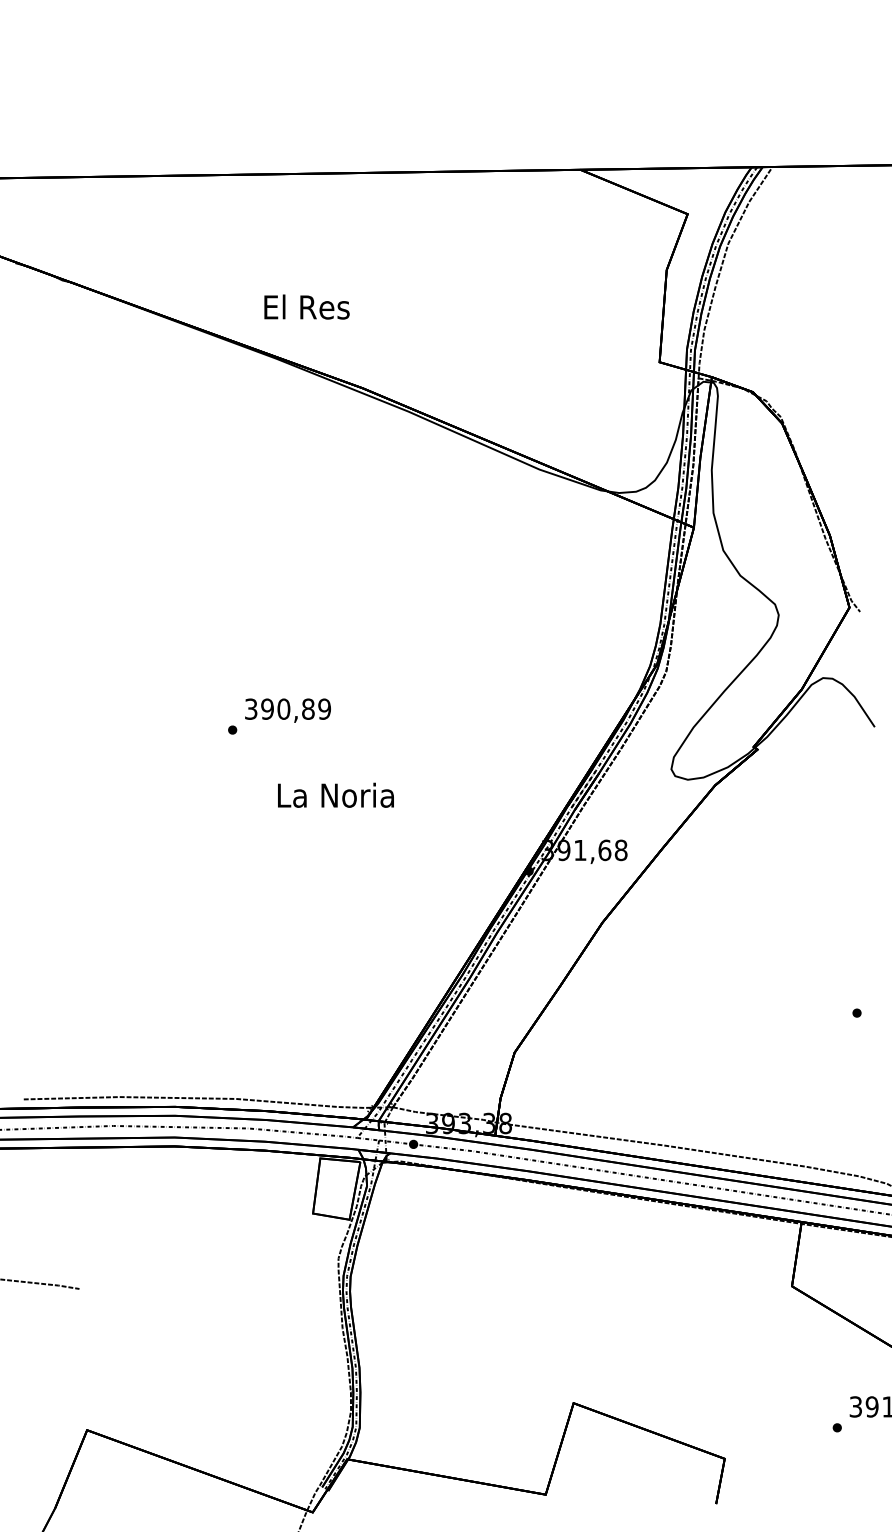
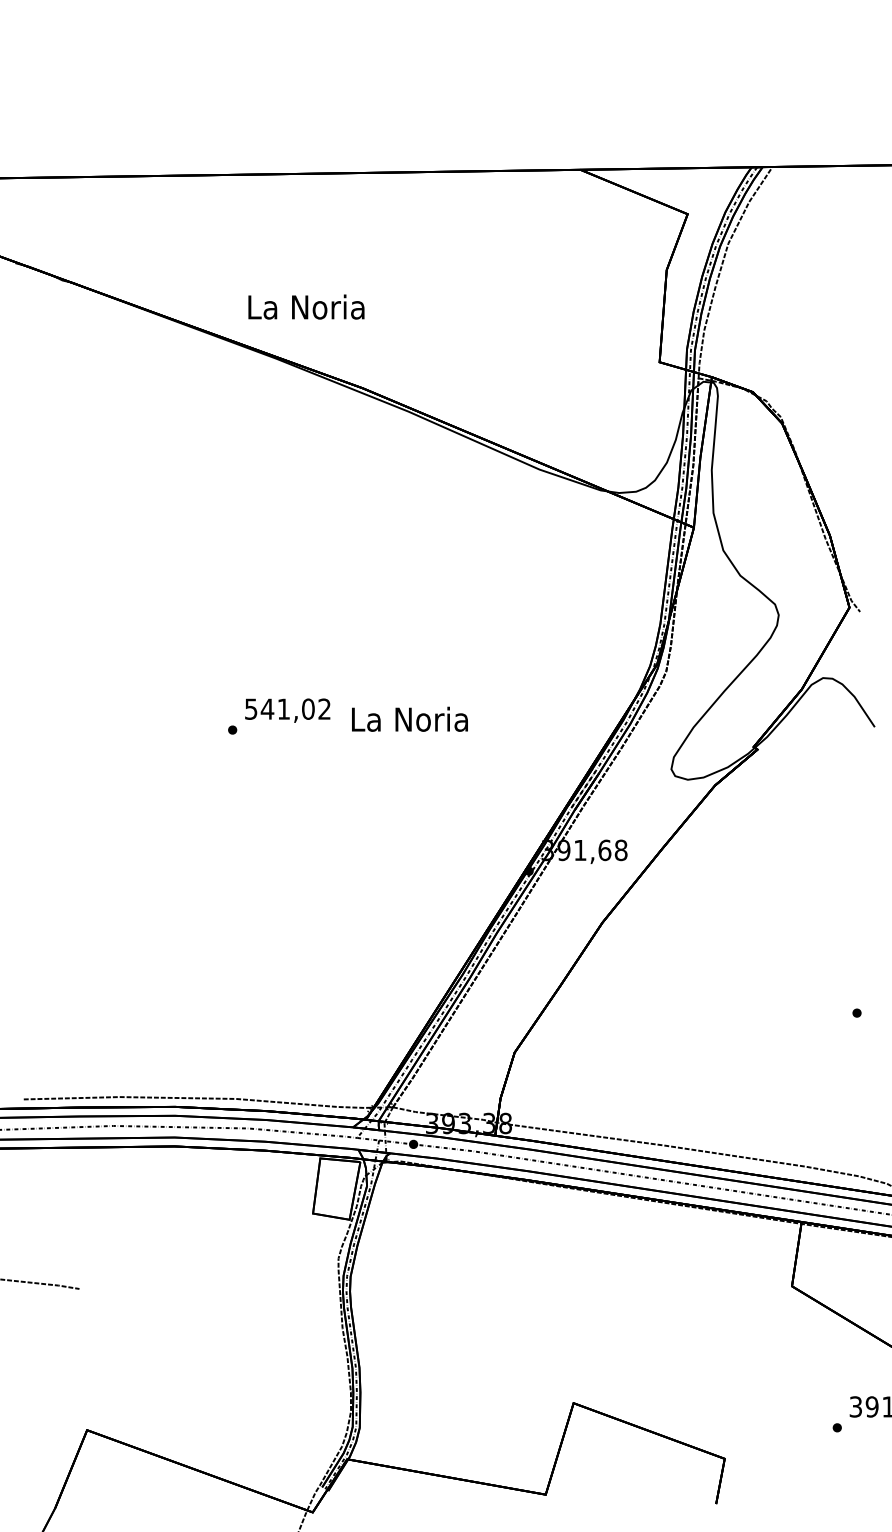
text at (306, 306): El Res -> La Noria
text at (287, 708): 390,89 -> 541,02
text at (335, 794) position: (335, 794) -> (409, 718)
